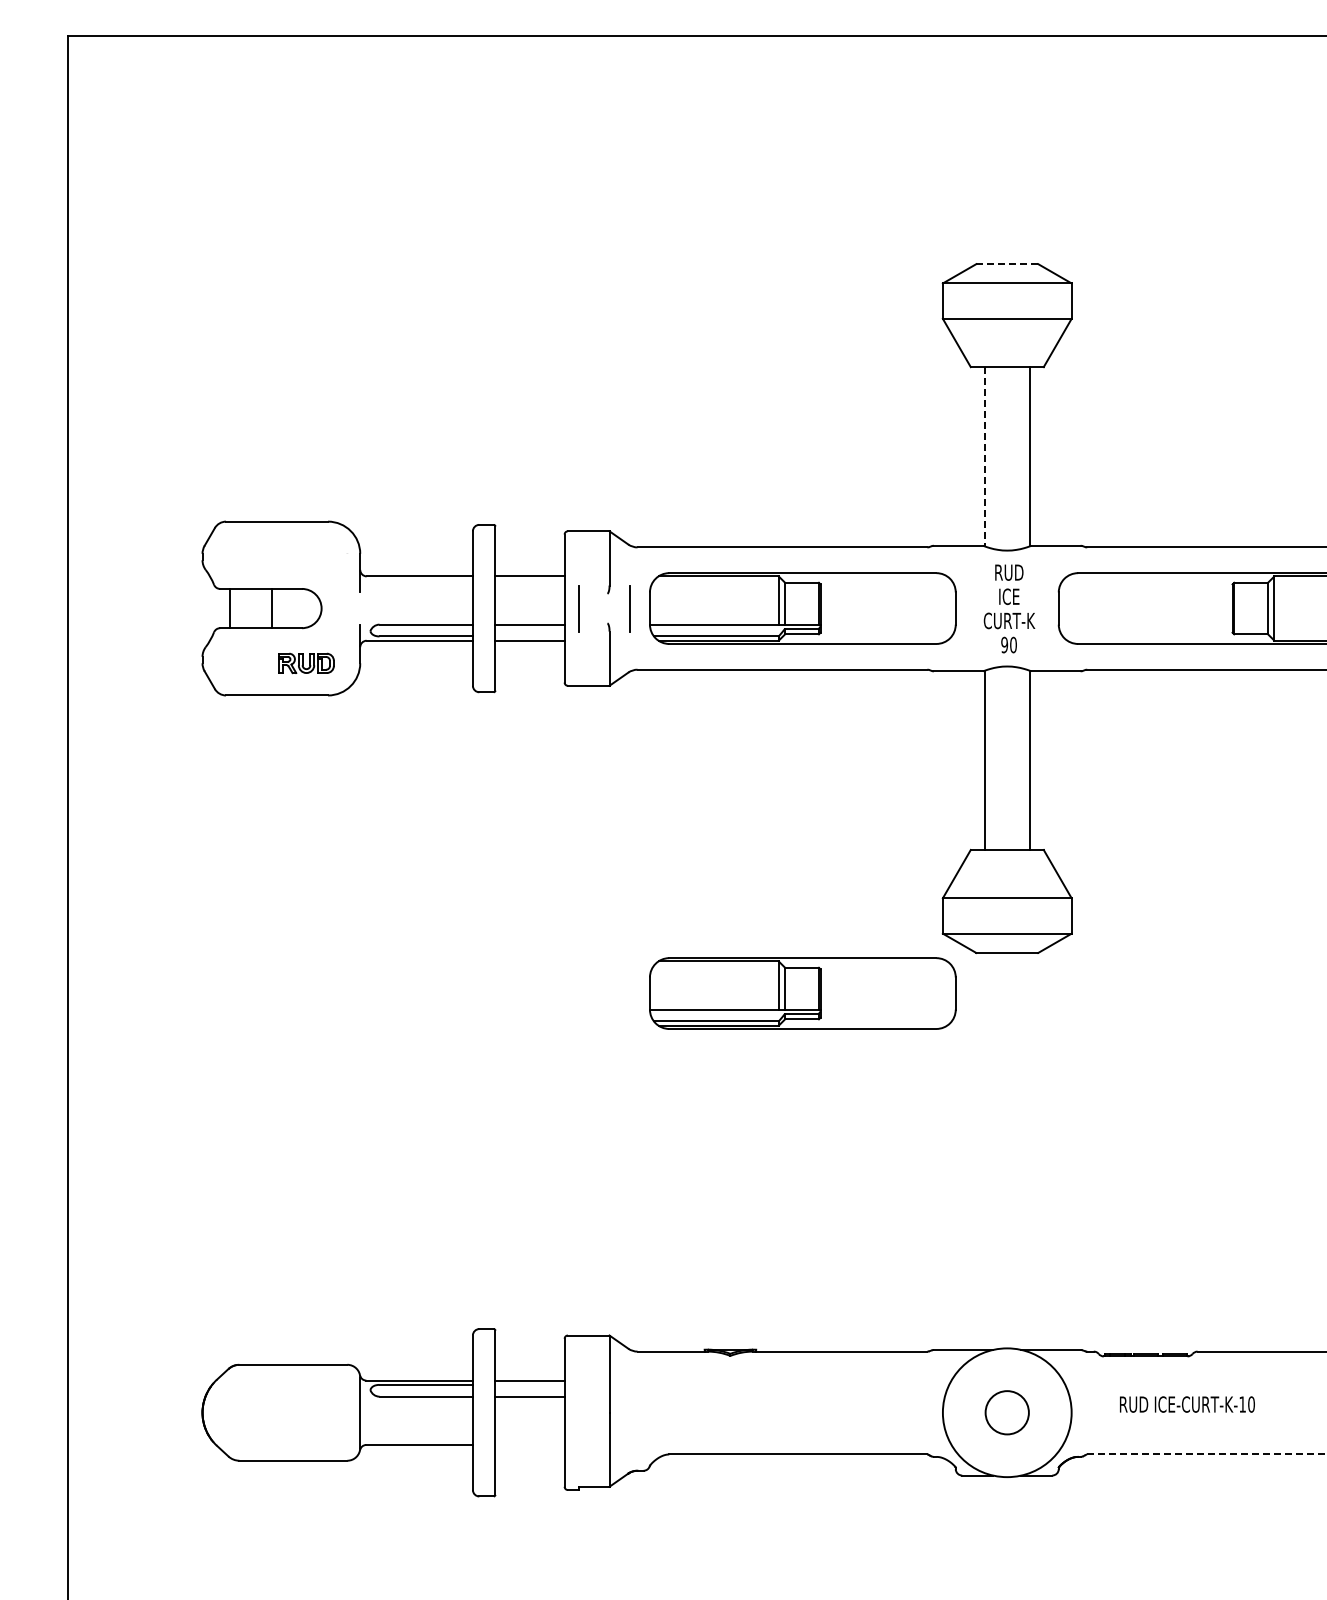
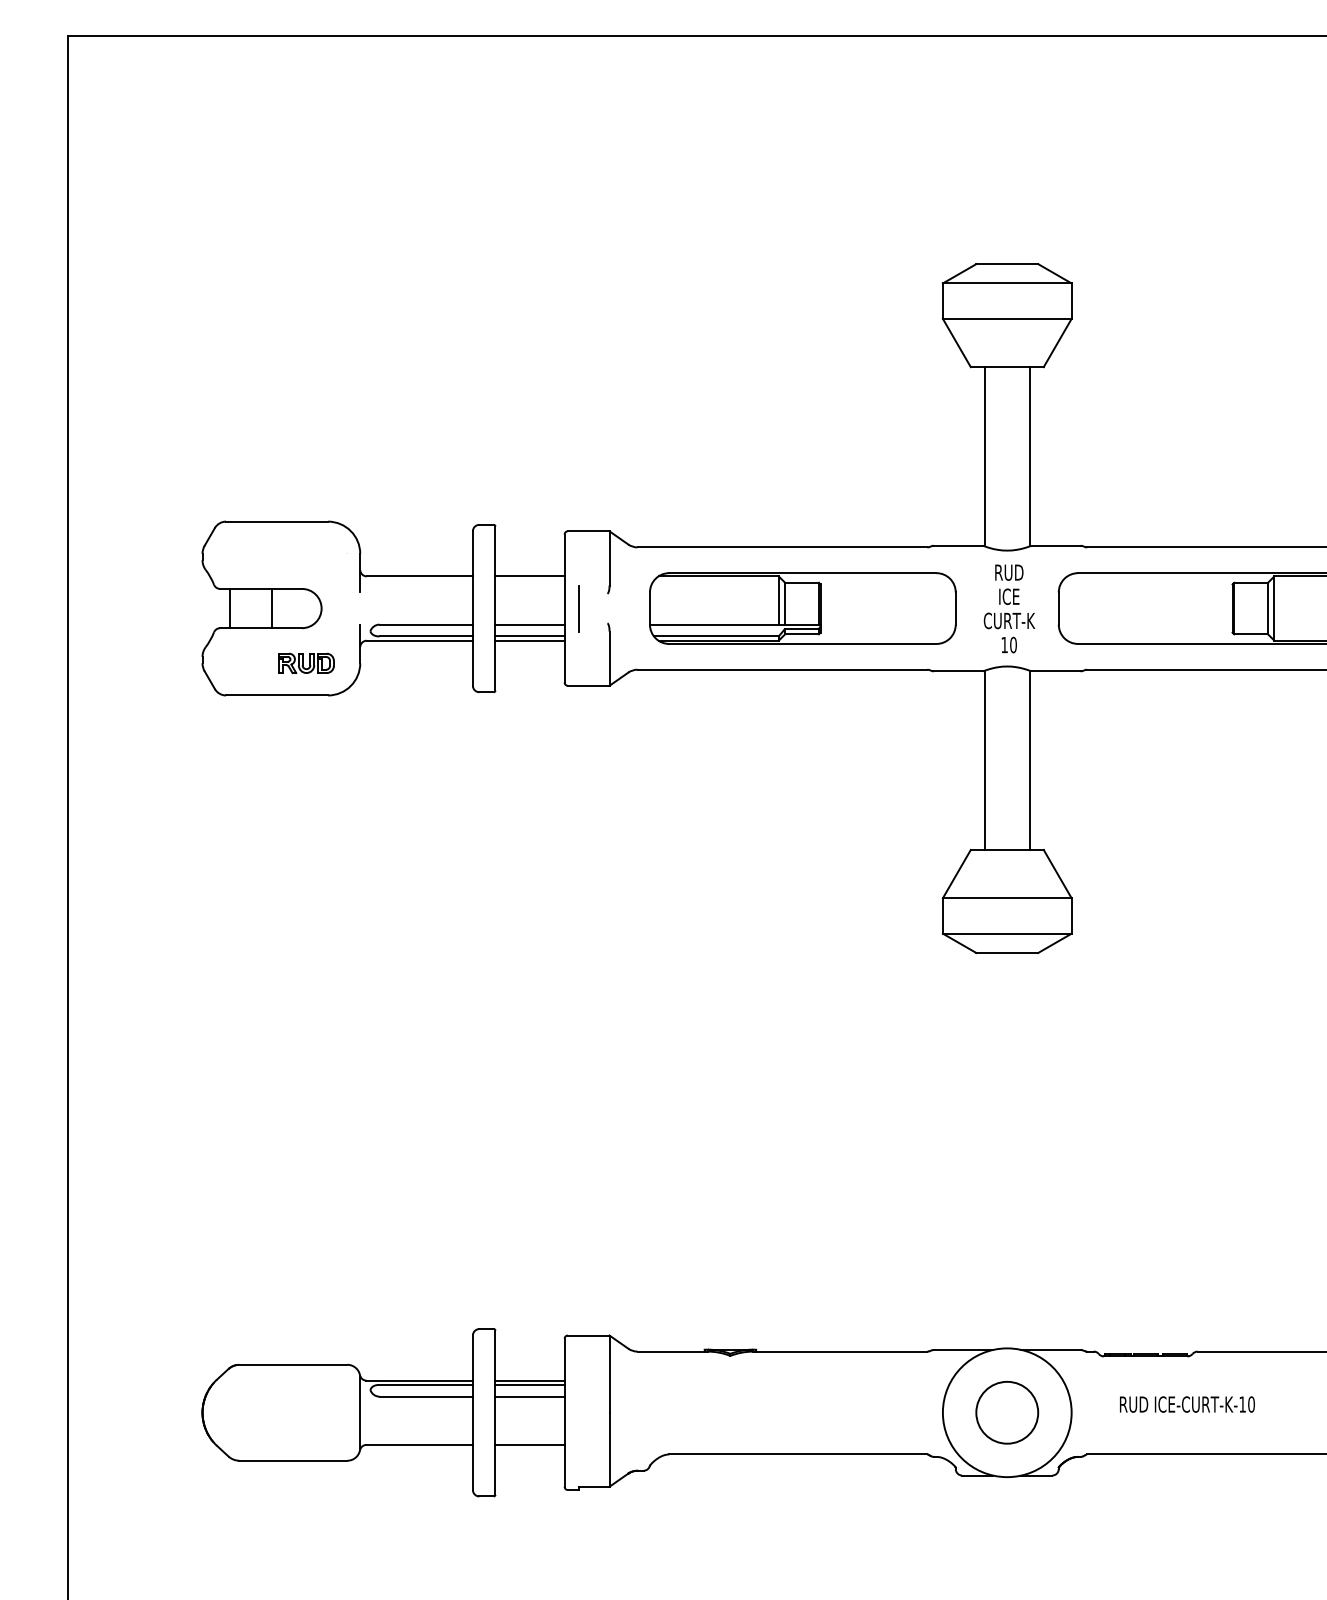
line at (1007, 264): dashed -> solid
line at (984, 456): dashed -> solid
line at (629, 608): present -> none
line at (529, 636): none -> present
text at (1004, 644): 90 -> 10
part at (802, 993): present -> none
line at (529, 1384): none -> present
circle at (1006, 1412) diameter: 43 px -> 62 px
line at (529, 1444): none -> present
line at (1206, 1454): dashed -> solid
